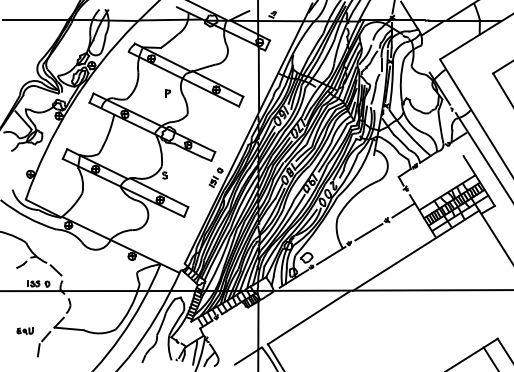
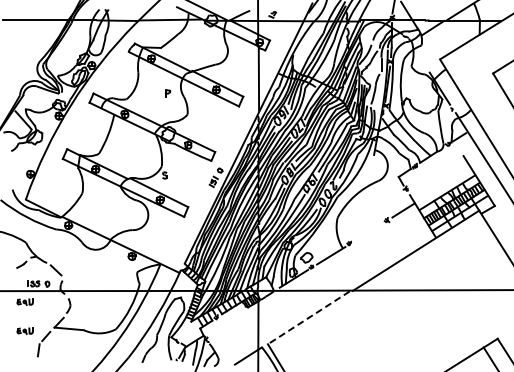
line at (368, 232): present -> none
part at (24, 301): none -> present
line at (308, 317): solid -> dashed
